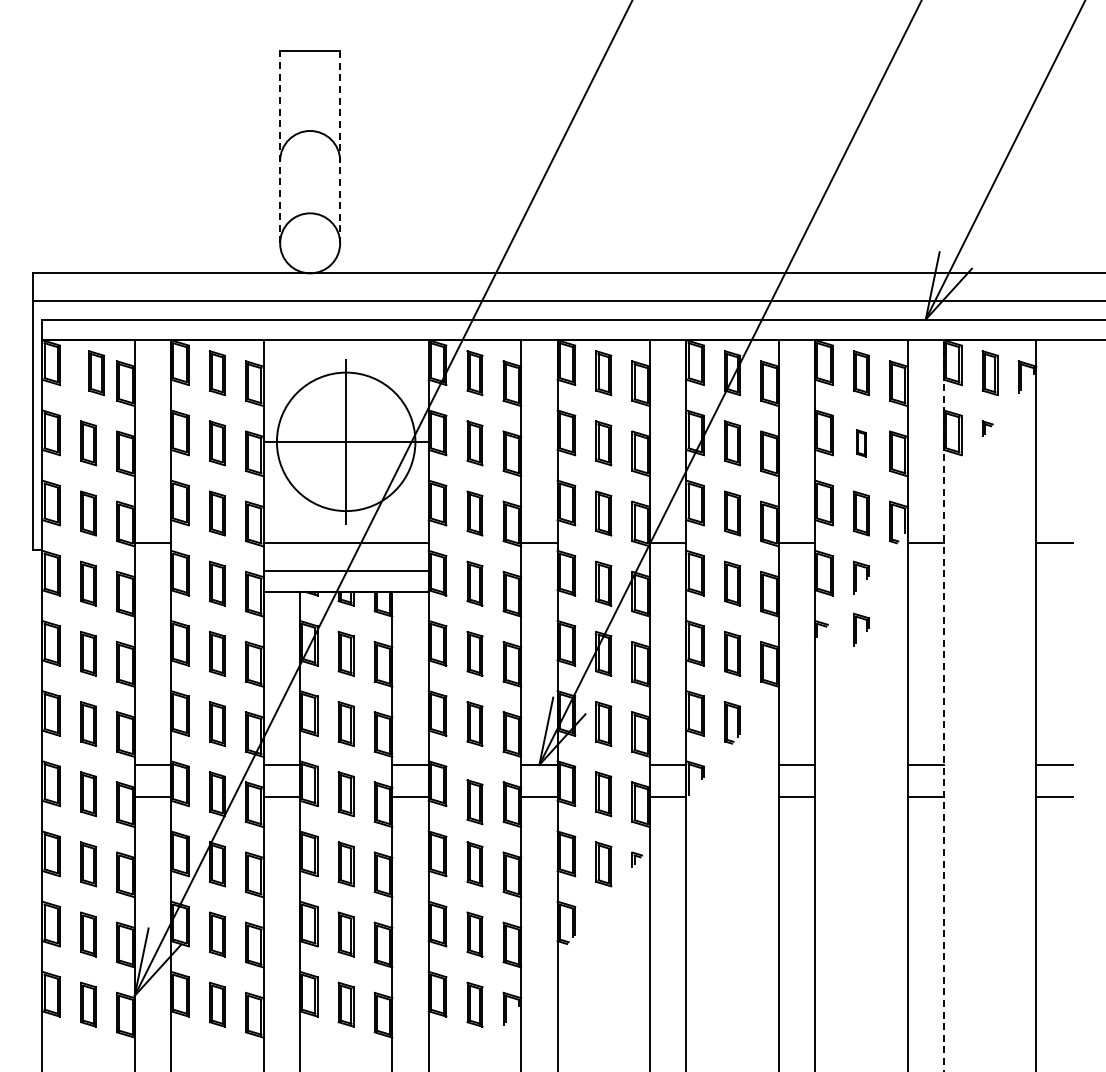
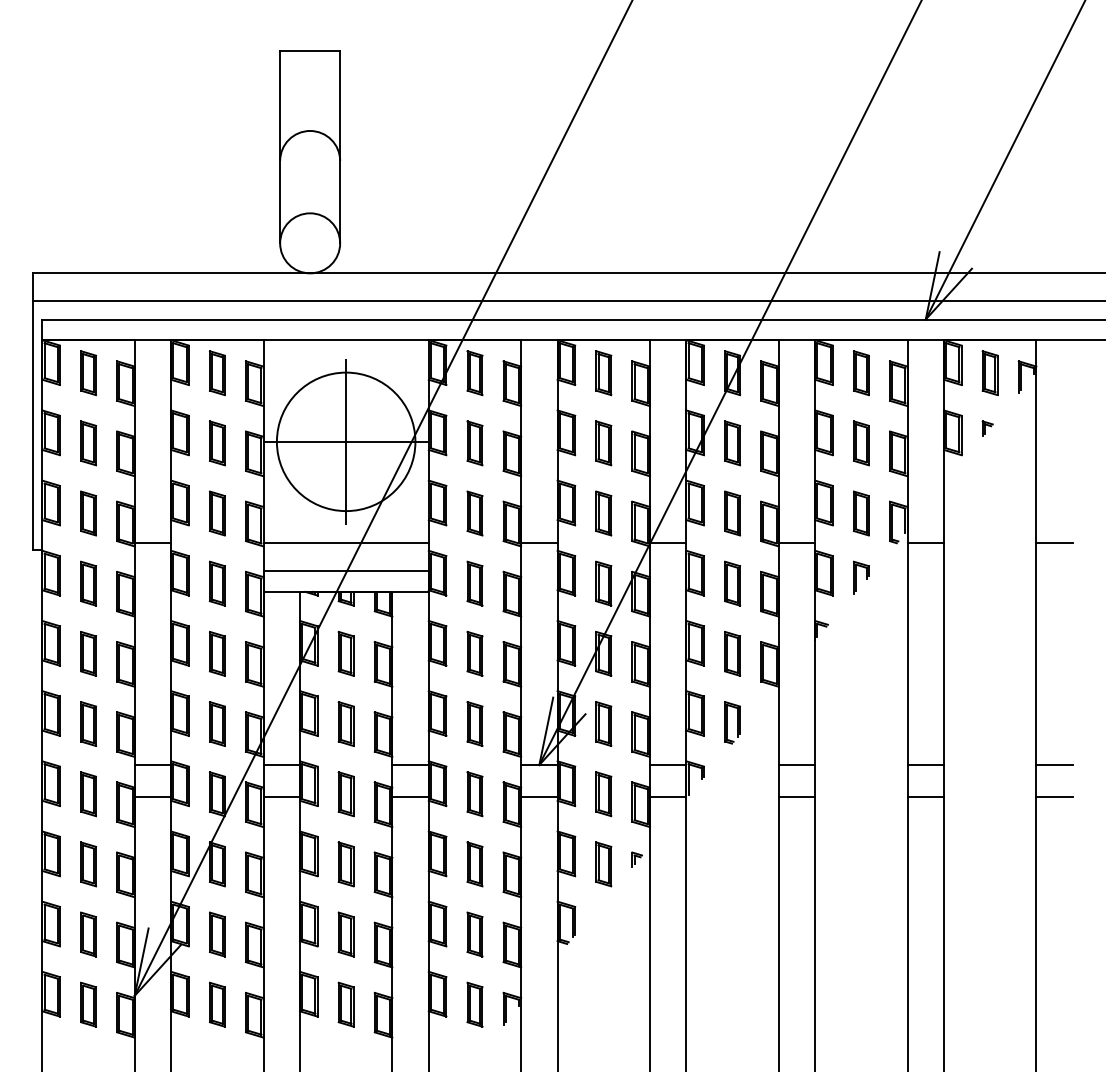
line at (280, 146): dashed -> solid
line at (340, 147): dashed -> solid
part at (96, 373) position: (96, 373) -> (88, 373)
part at (861, 443) size: 11x29 px -> 17x47 px
part at (861, 629): present -> none
line at (944, 706): dashed -> solid
part at (474, 802) position: (474, 802) -> (474, 794)
